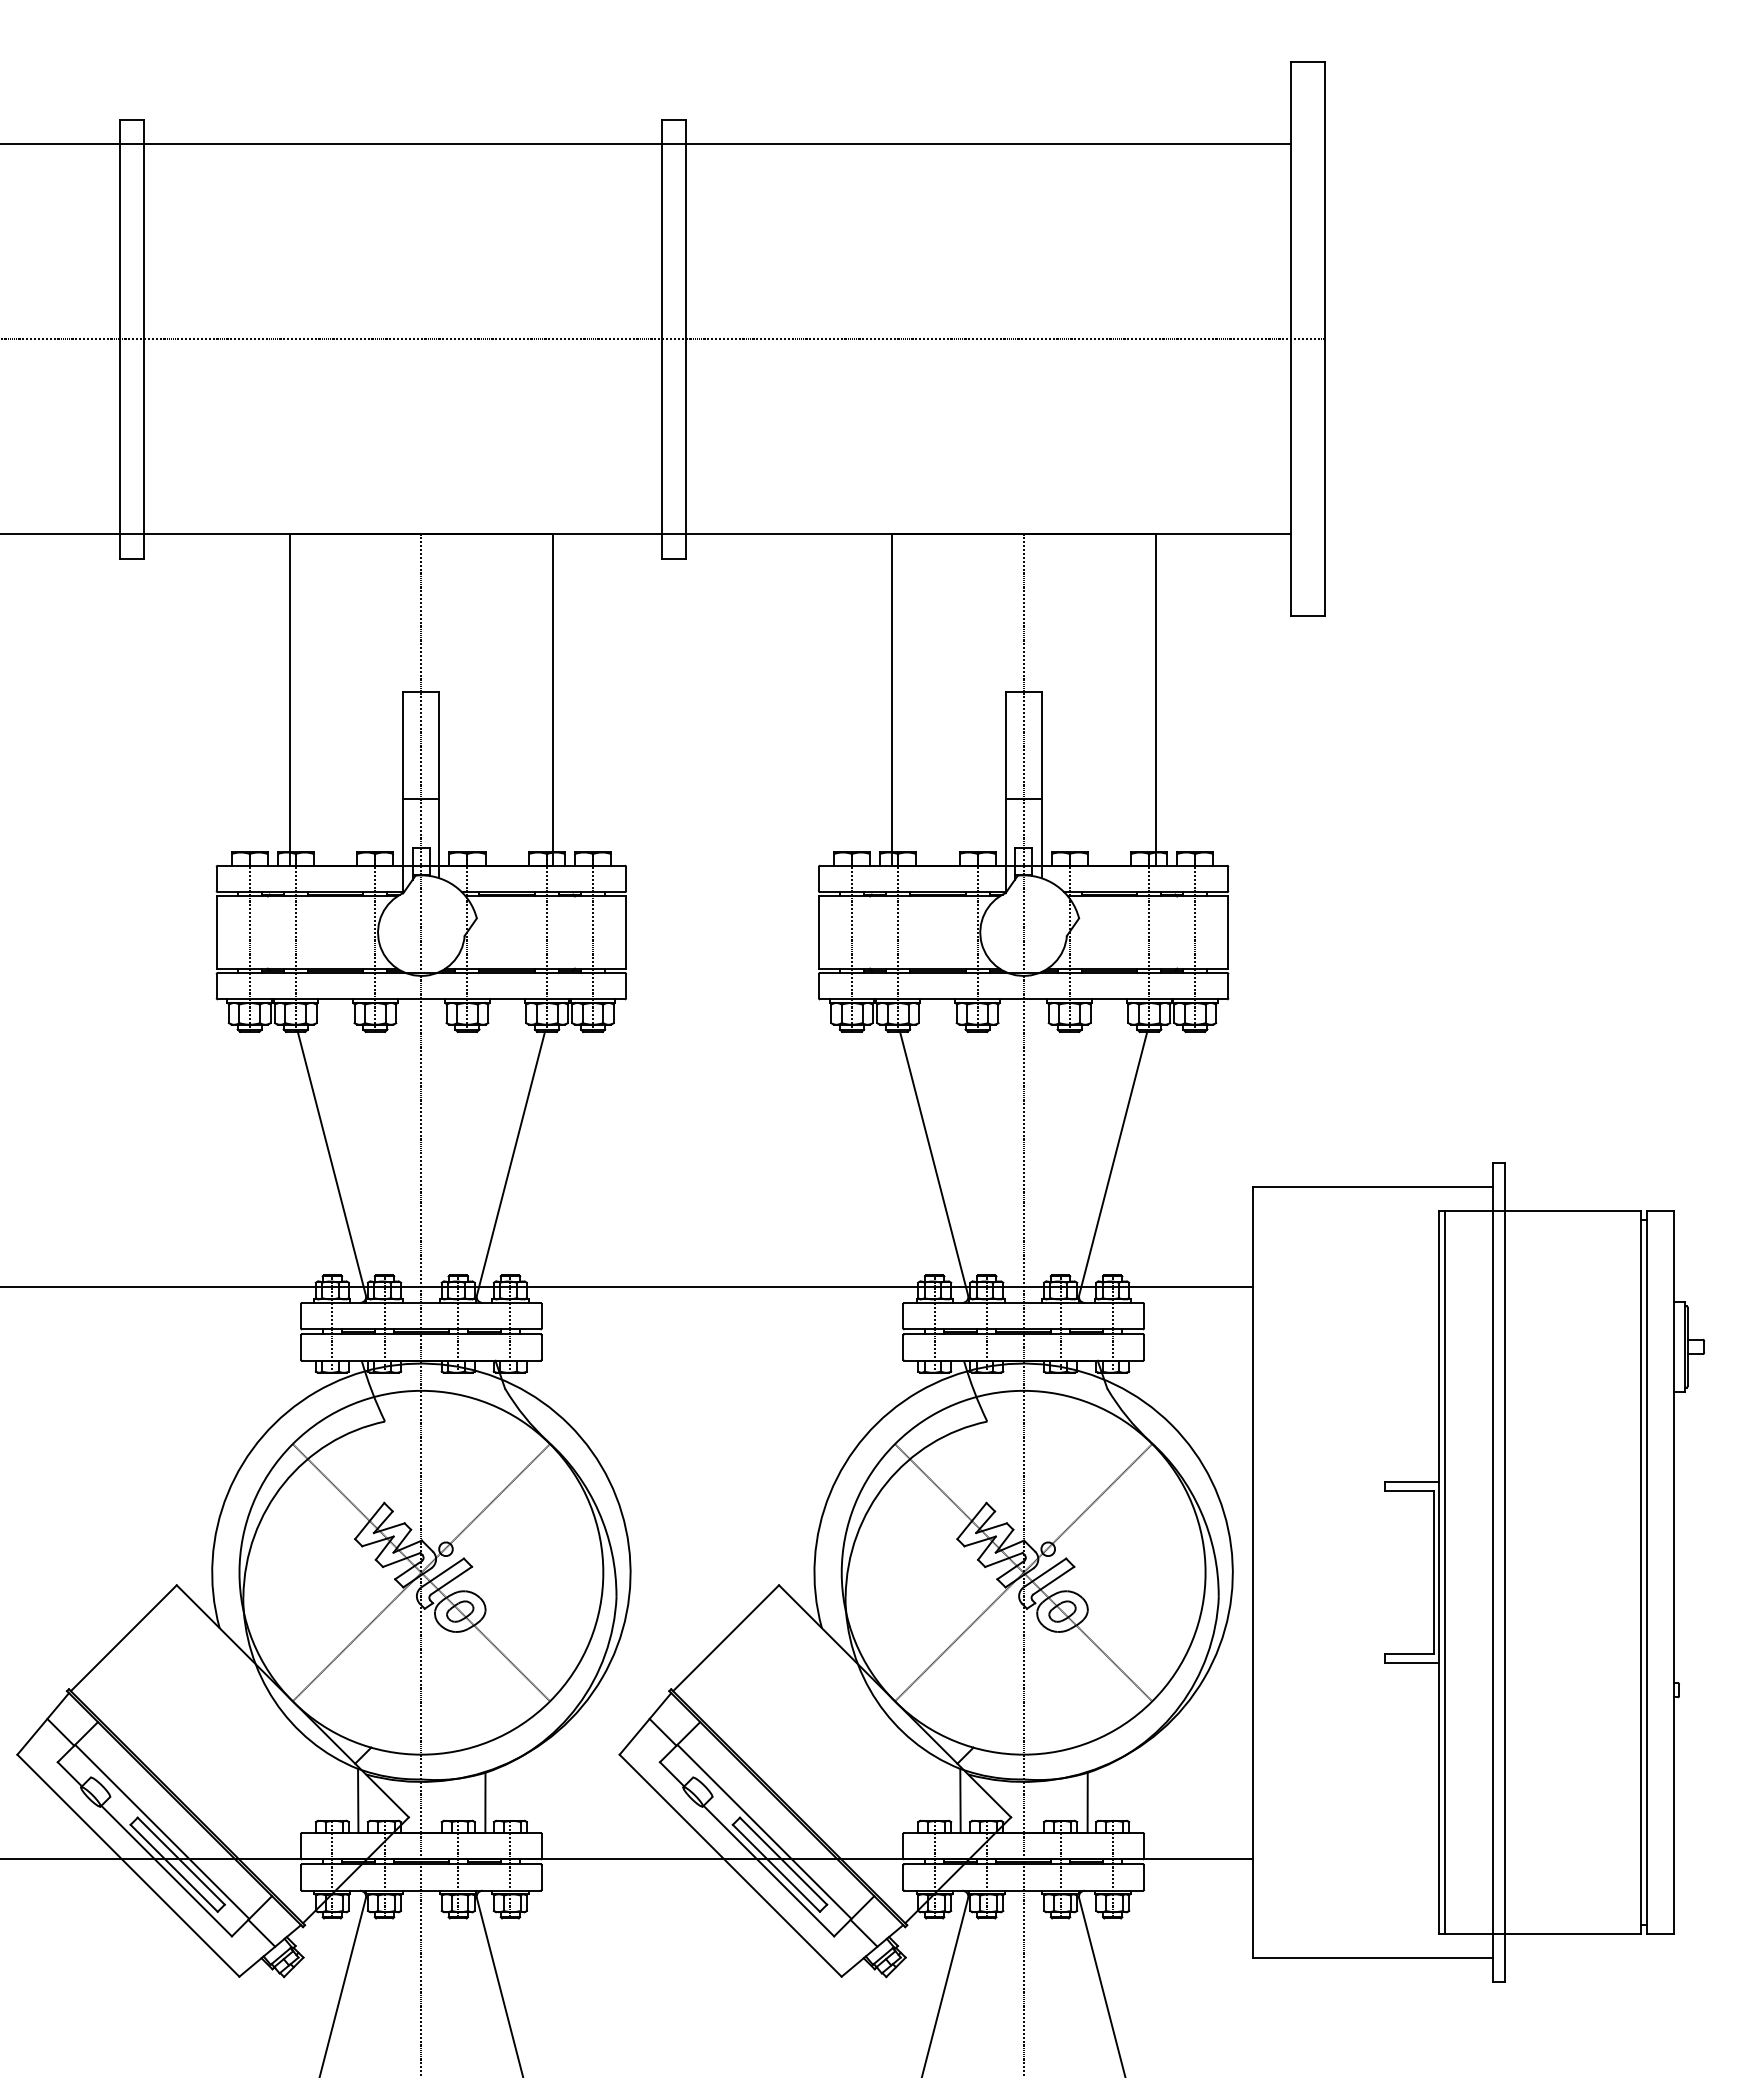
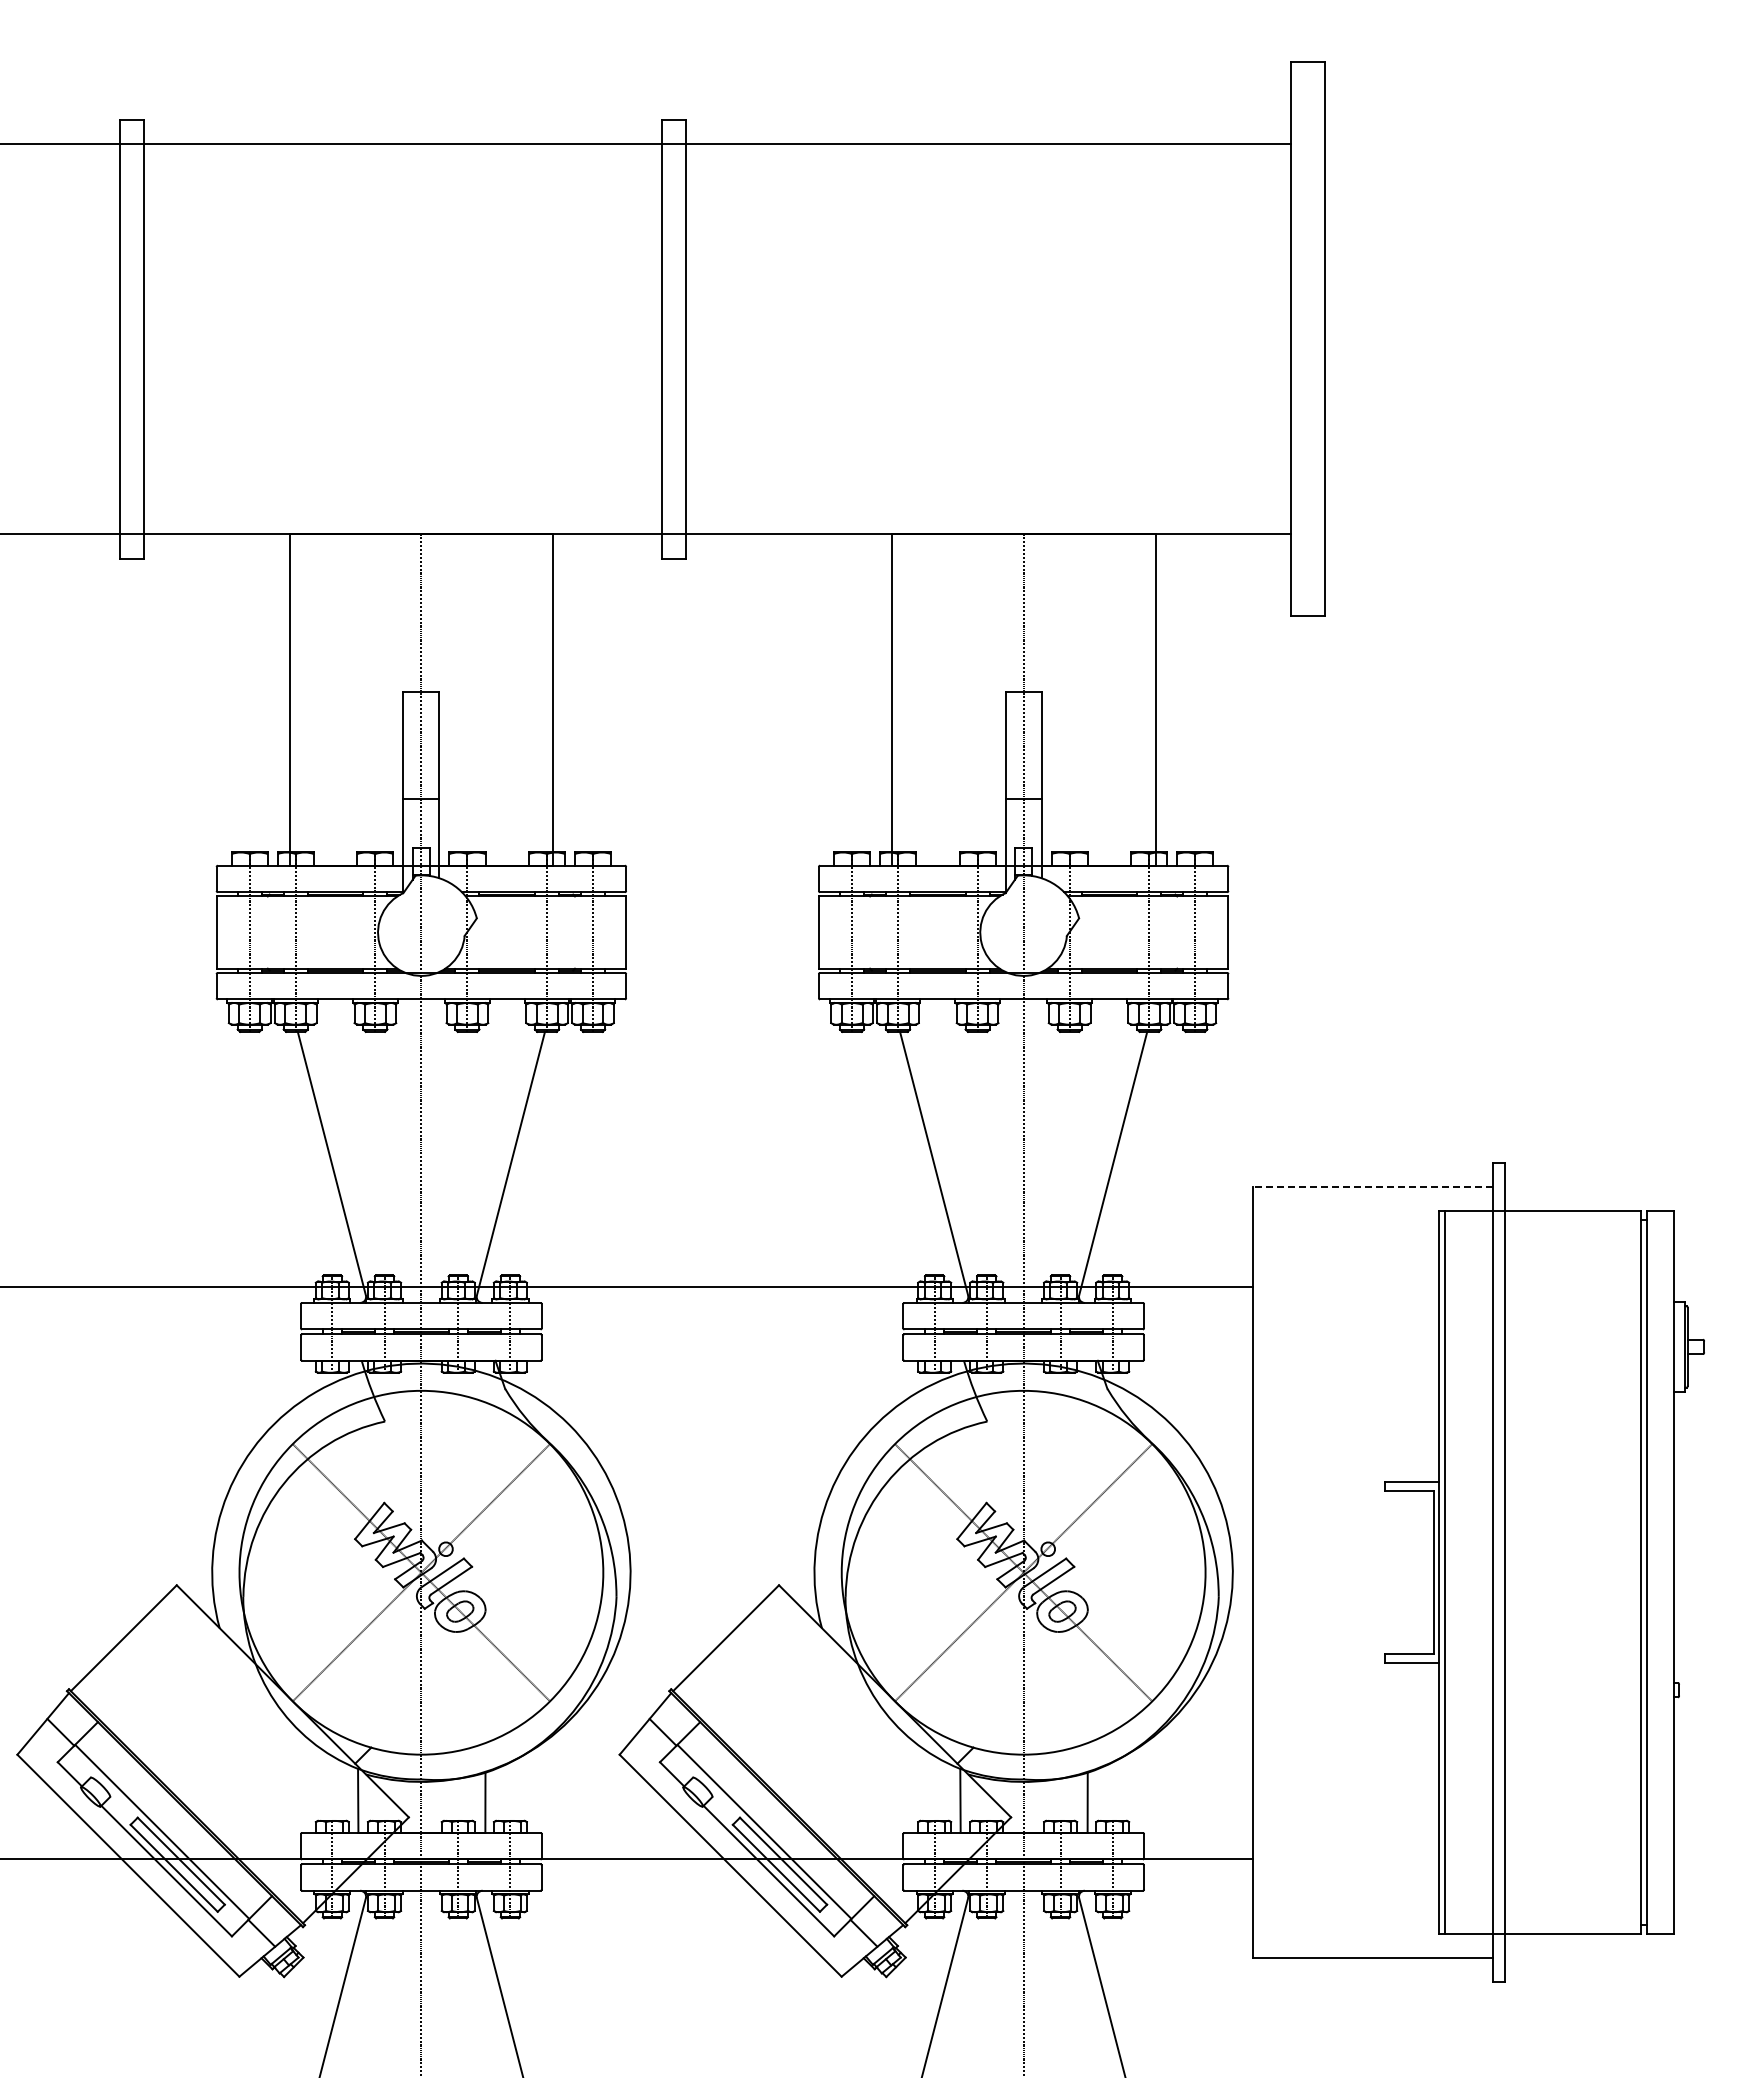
line at (663, 339): present -> none
line at (1372, 1187): solid -> dashed
